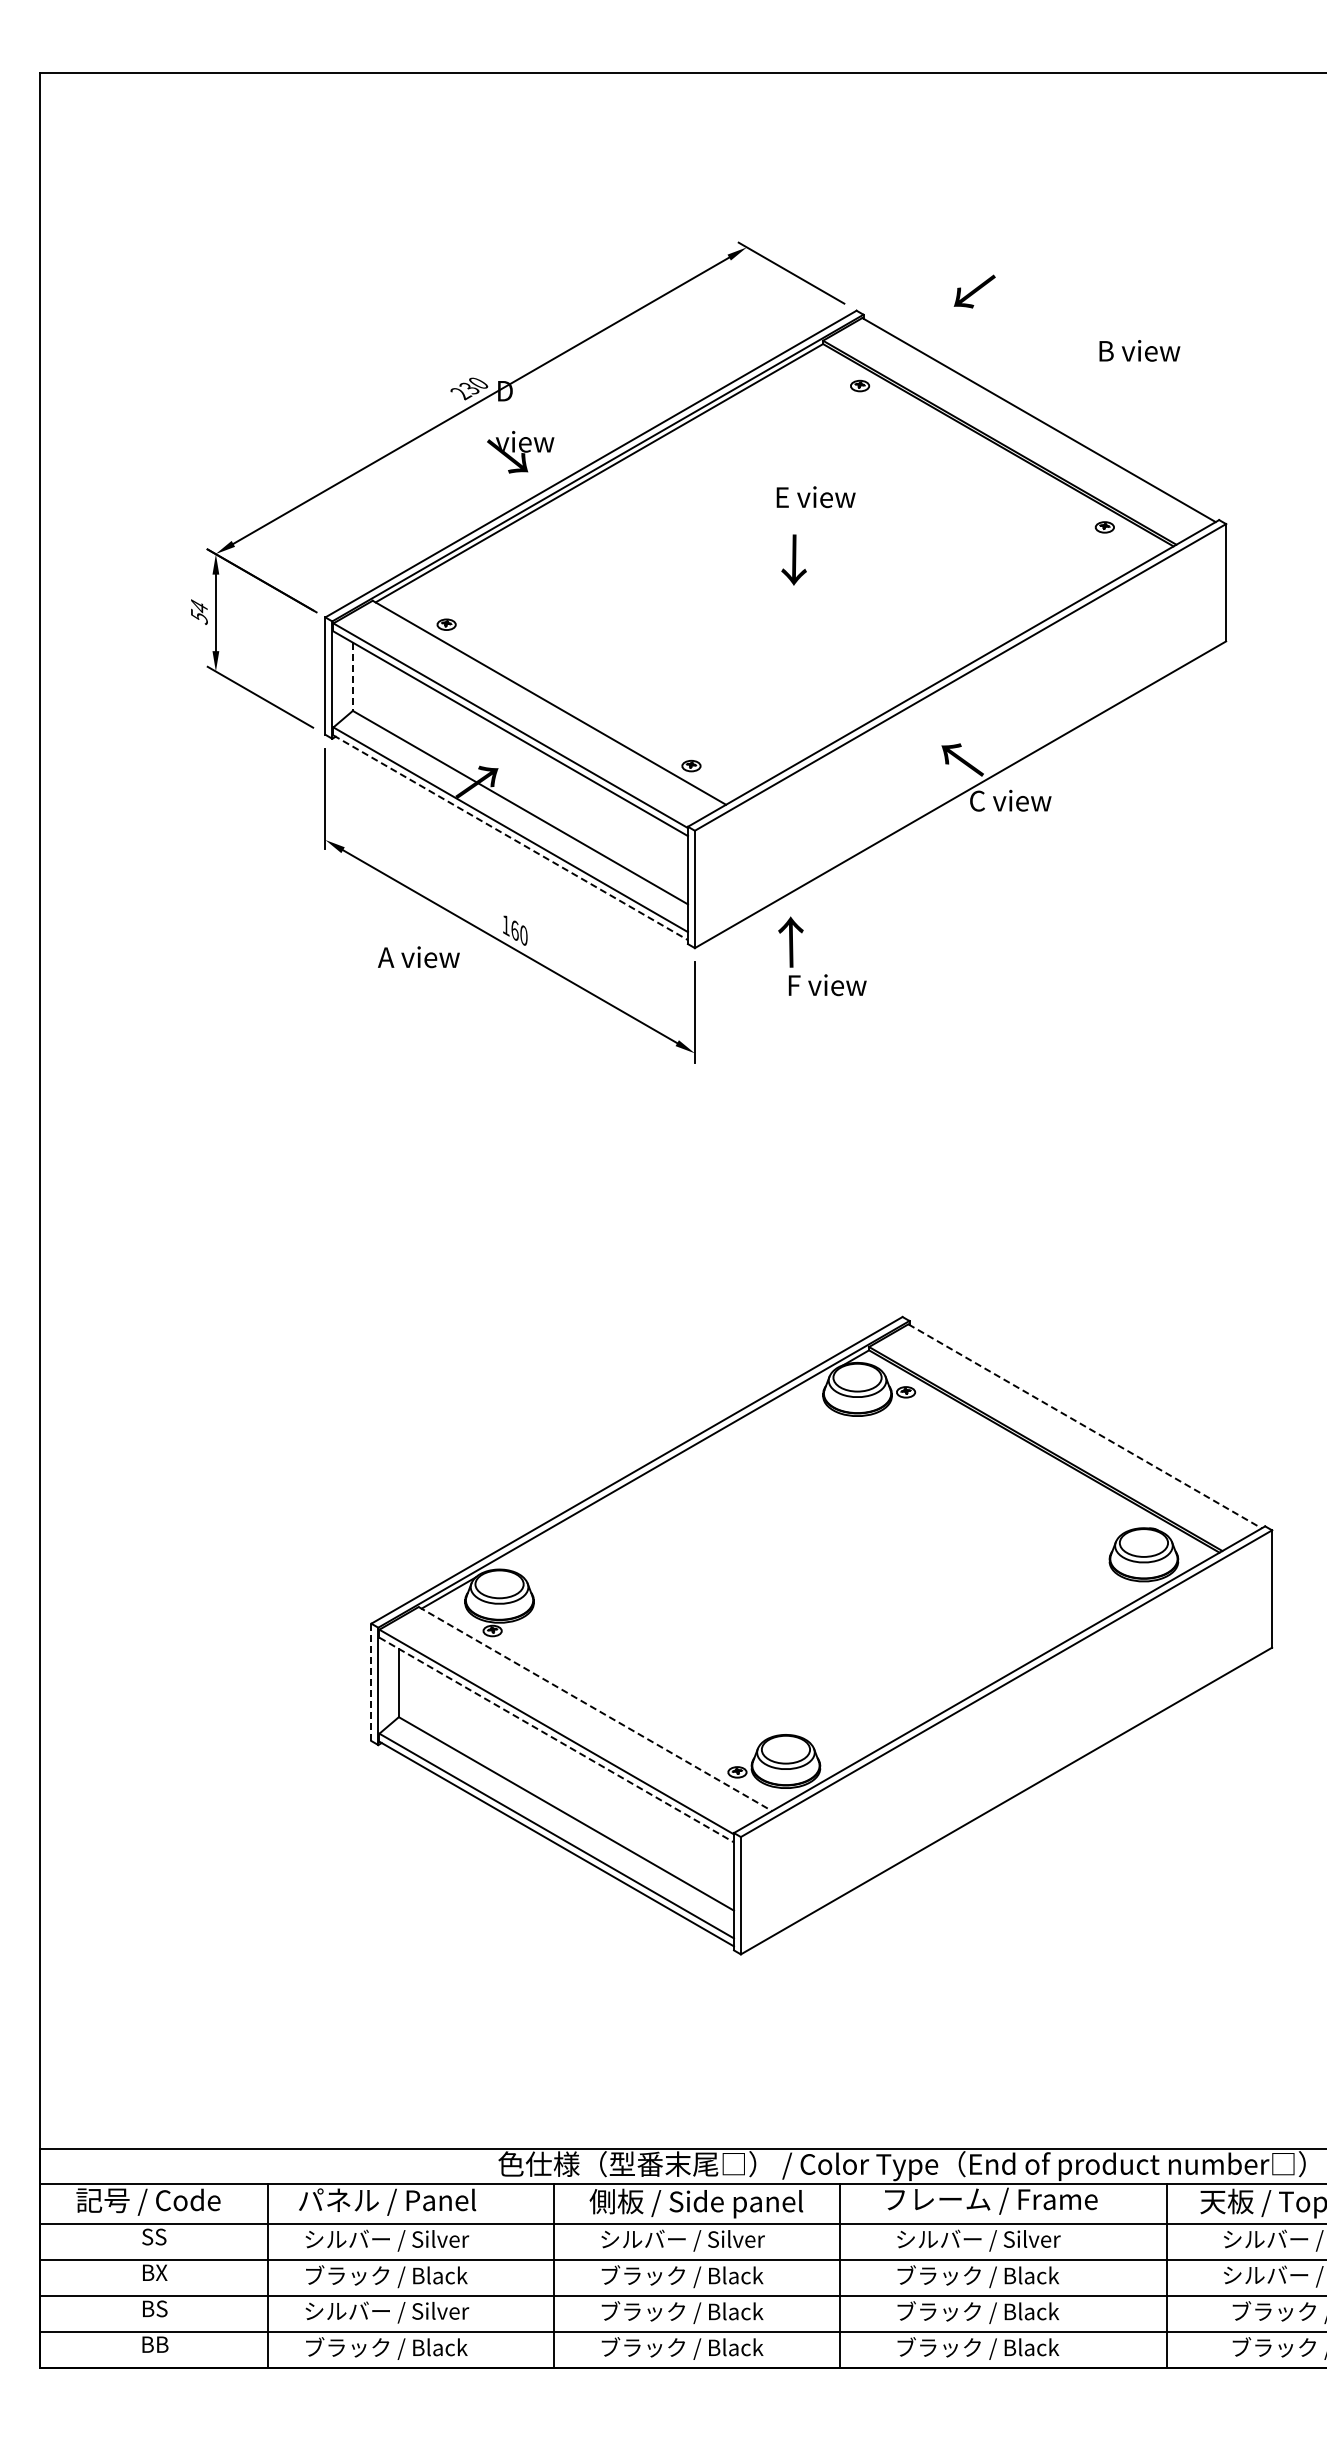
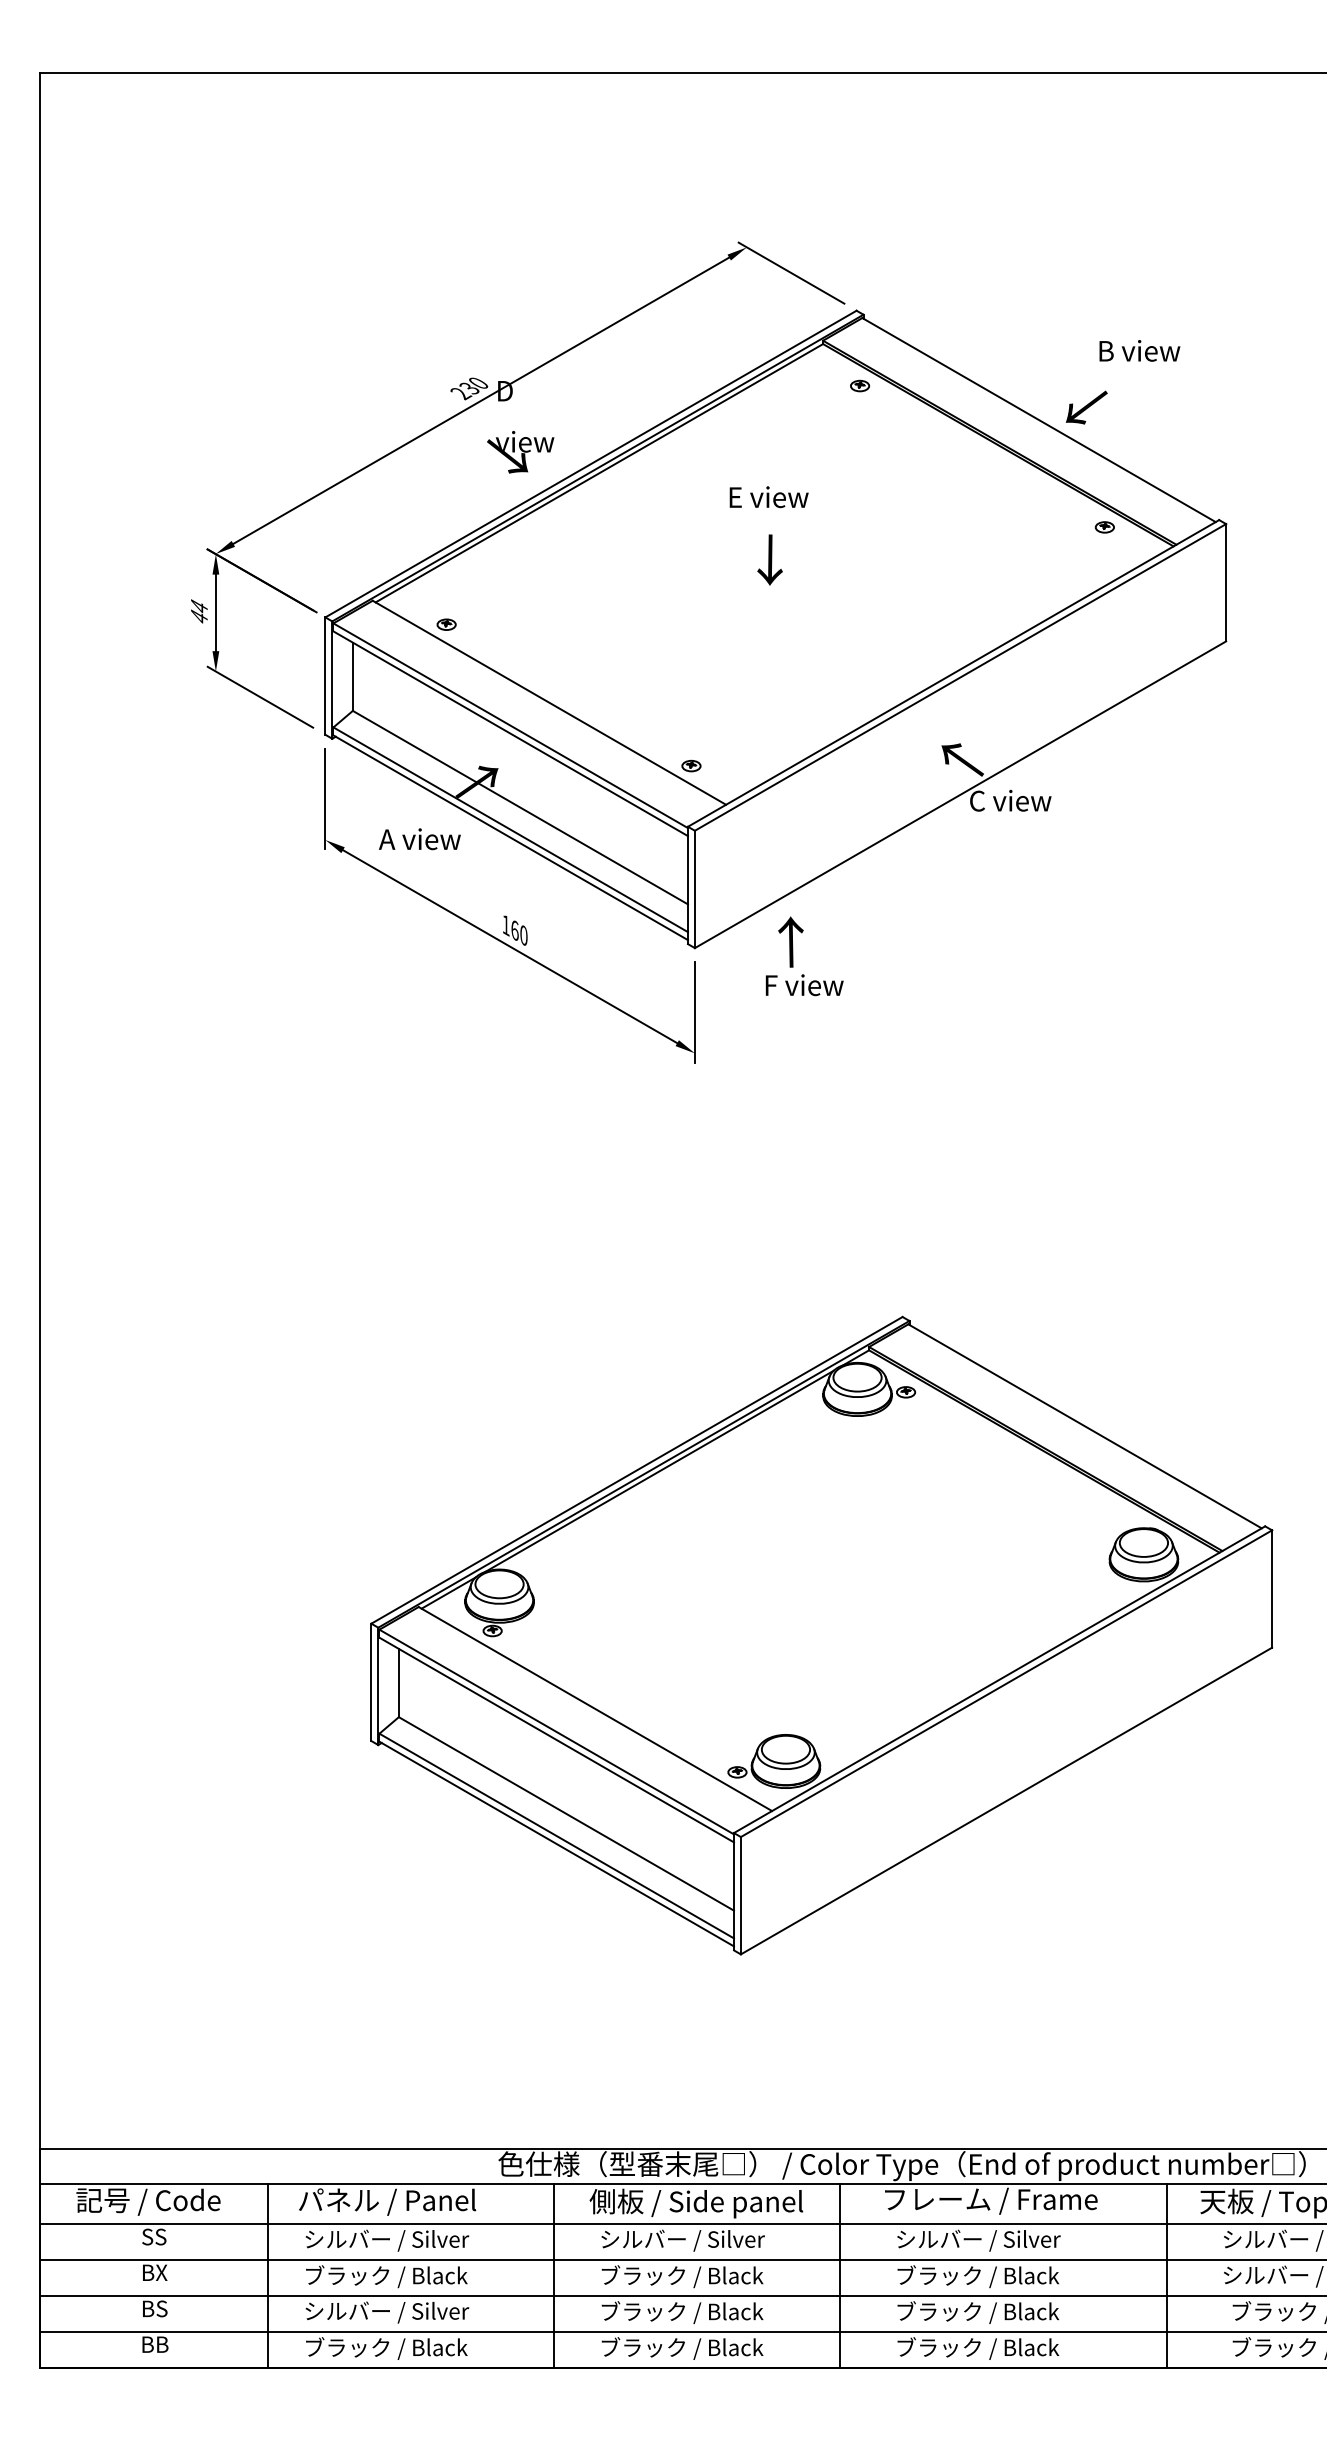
text at (974, 291) position: (974, 291) -> (1086, 407)
text at (815, 497) position: (815, 497) -> (768, 497)
text at (793, 559) position: (793, 559) -> (769, 559)
text at (199, 616): 54 -> 44
line at (352, 677): dashed -> solid
line at (510, 837): dashed -> solid
text at (418, 957) position: (418, 957) -> (419, 839)
text at (827, 985) position: (827, 985) -> (804, 985)
line at (1085, 1426): dashed -> solid
line at (659, 1470): none -> present
line at (371, 1682): dashed -> solid
line at (595, 1709): dashed -> solid
line at (556, 1740): dashed -> solid
